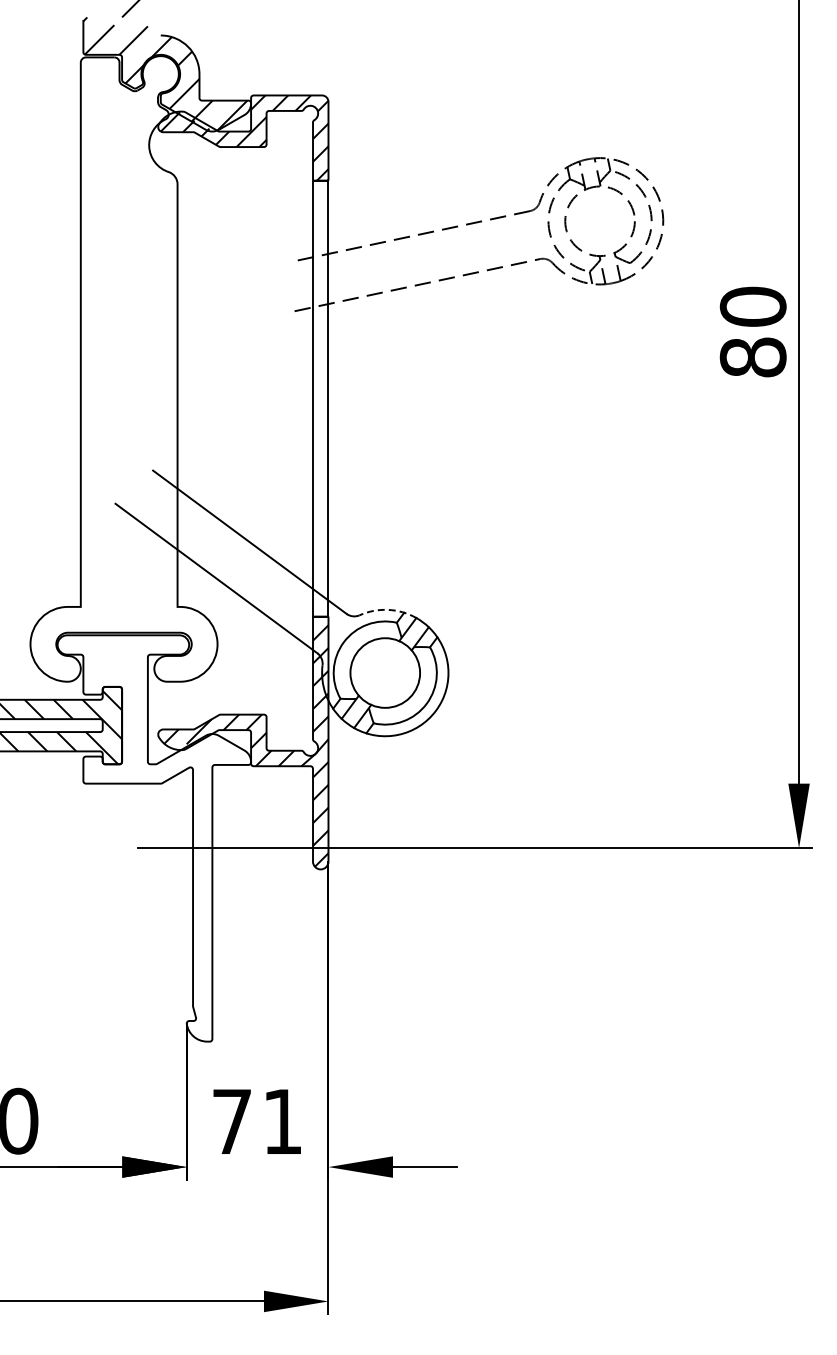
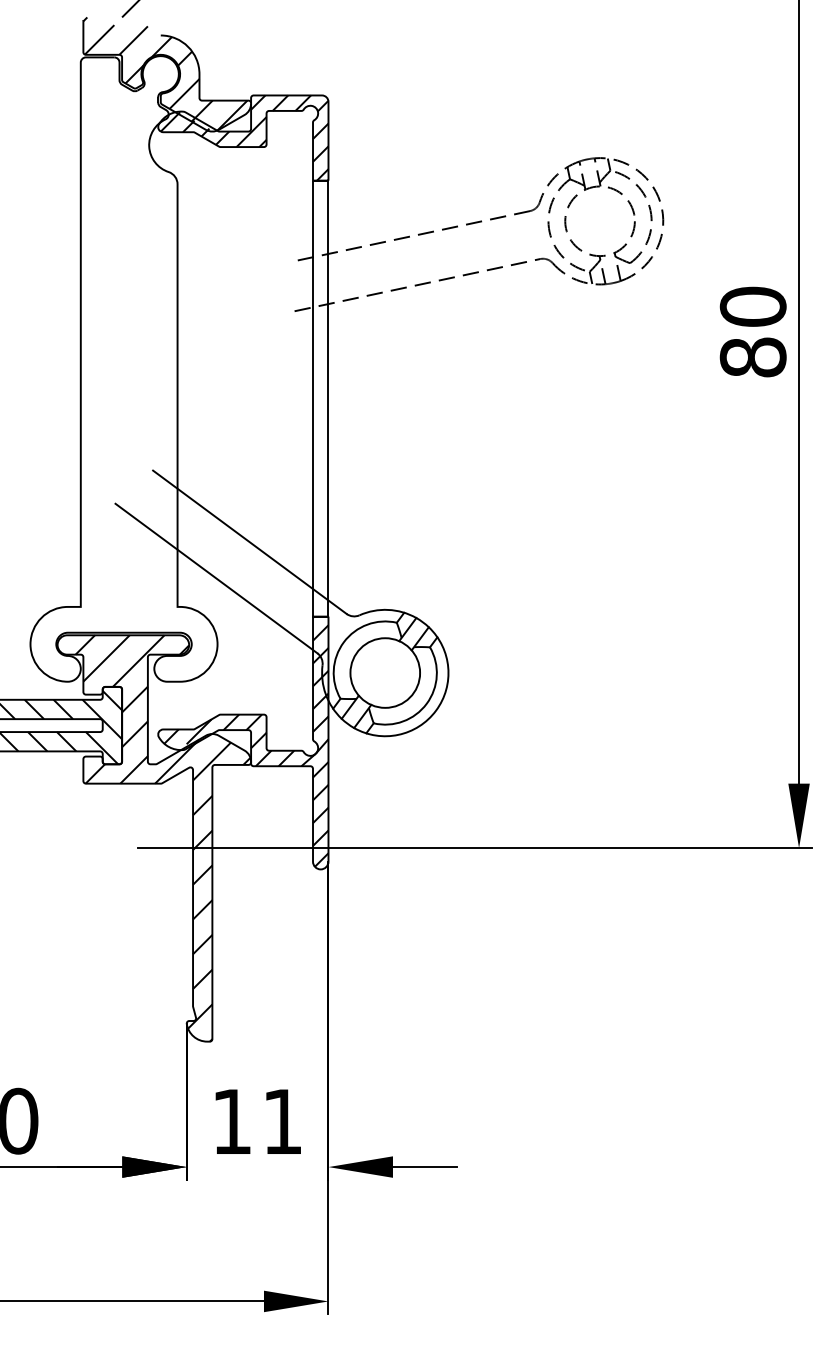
arc at (388, 609): dashed -> solid
hatch at (162, 838): none -> present
text at (231, 1121): 71 -> 11
